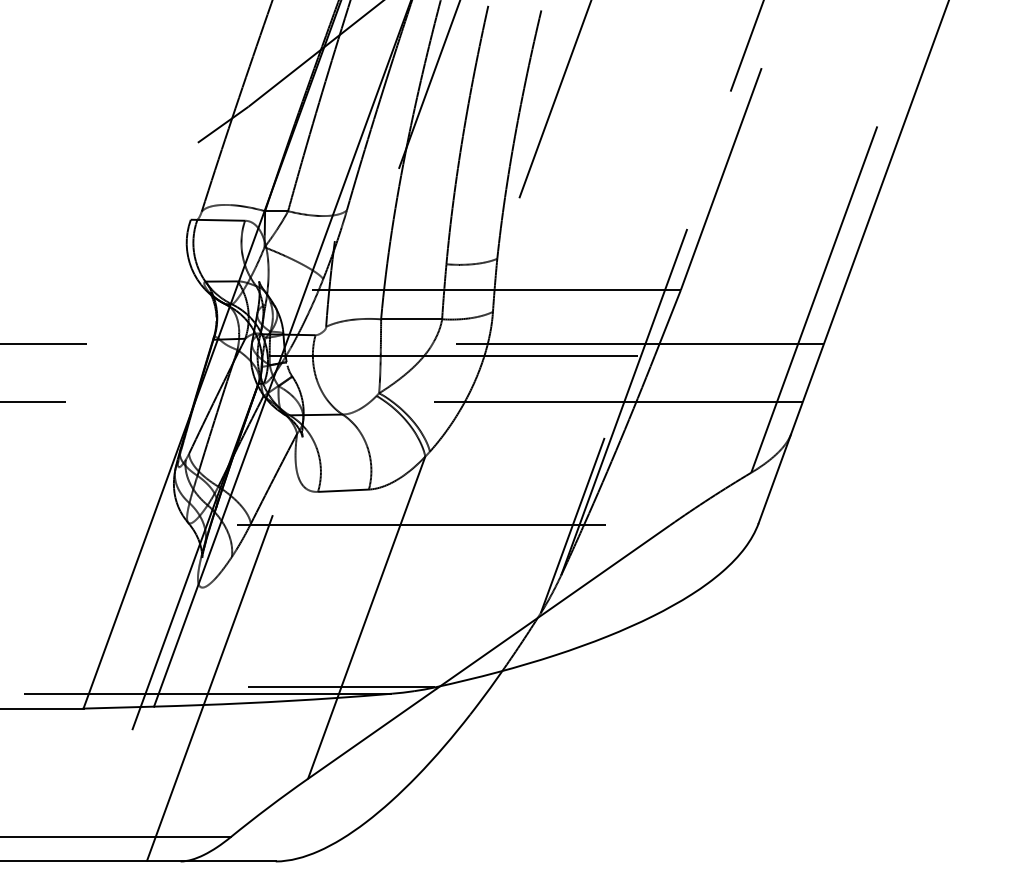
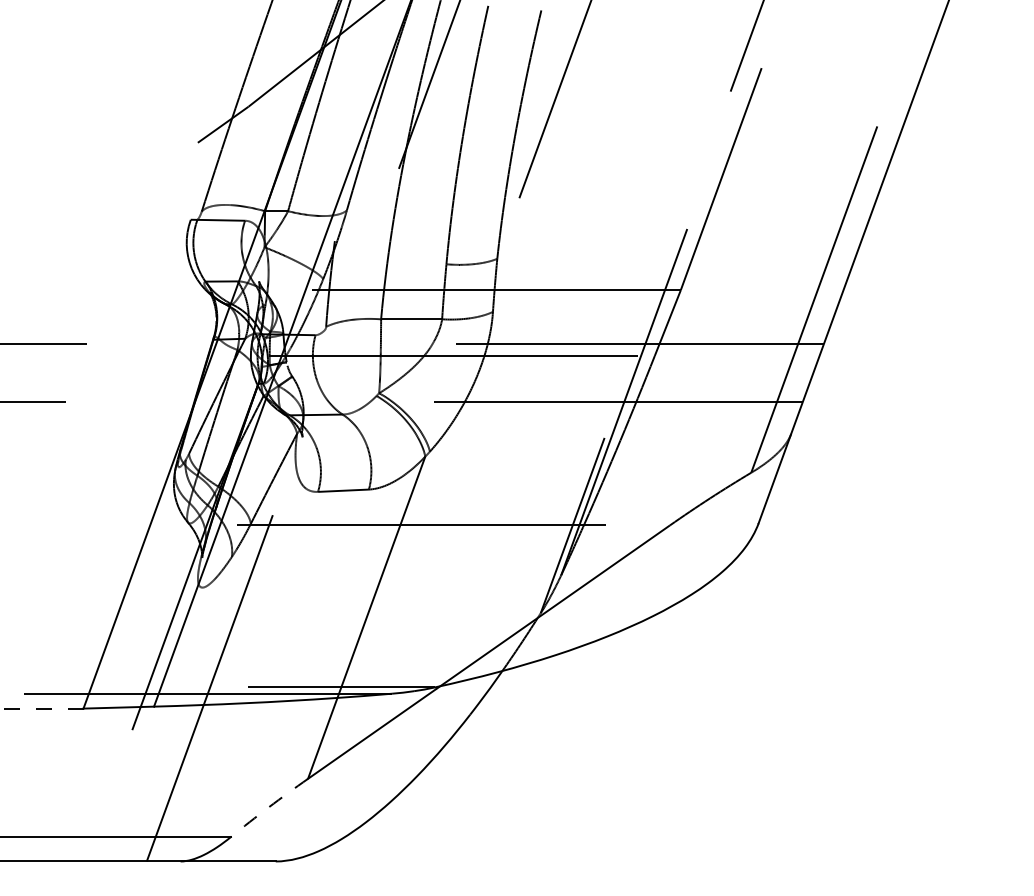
line at (42, 708): solid -> dashed
arc at (268, 807): solid -> dashed
